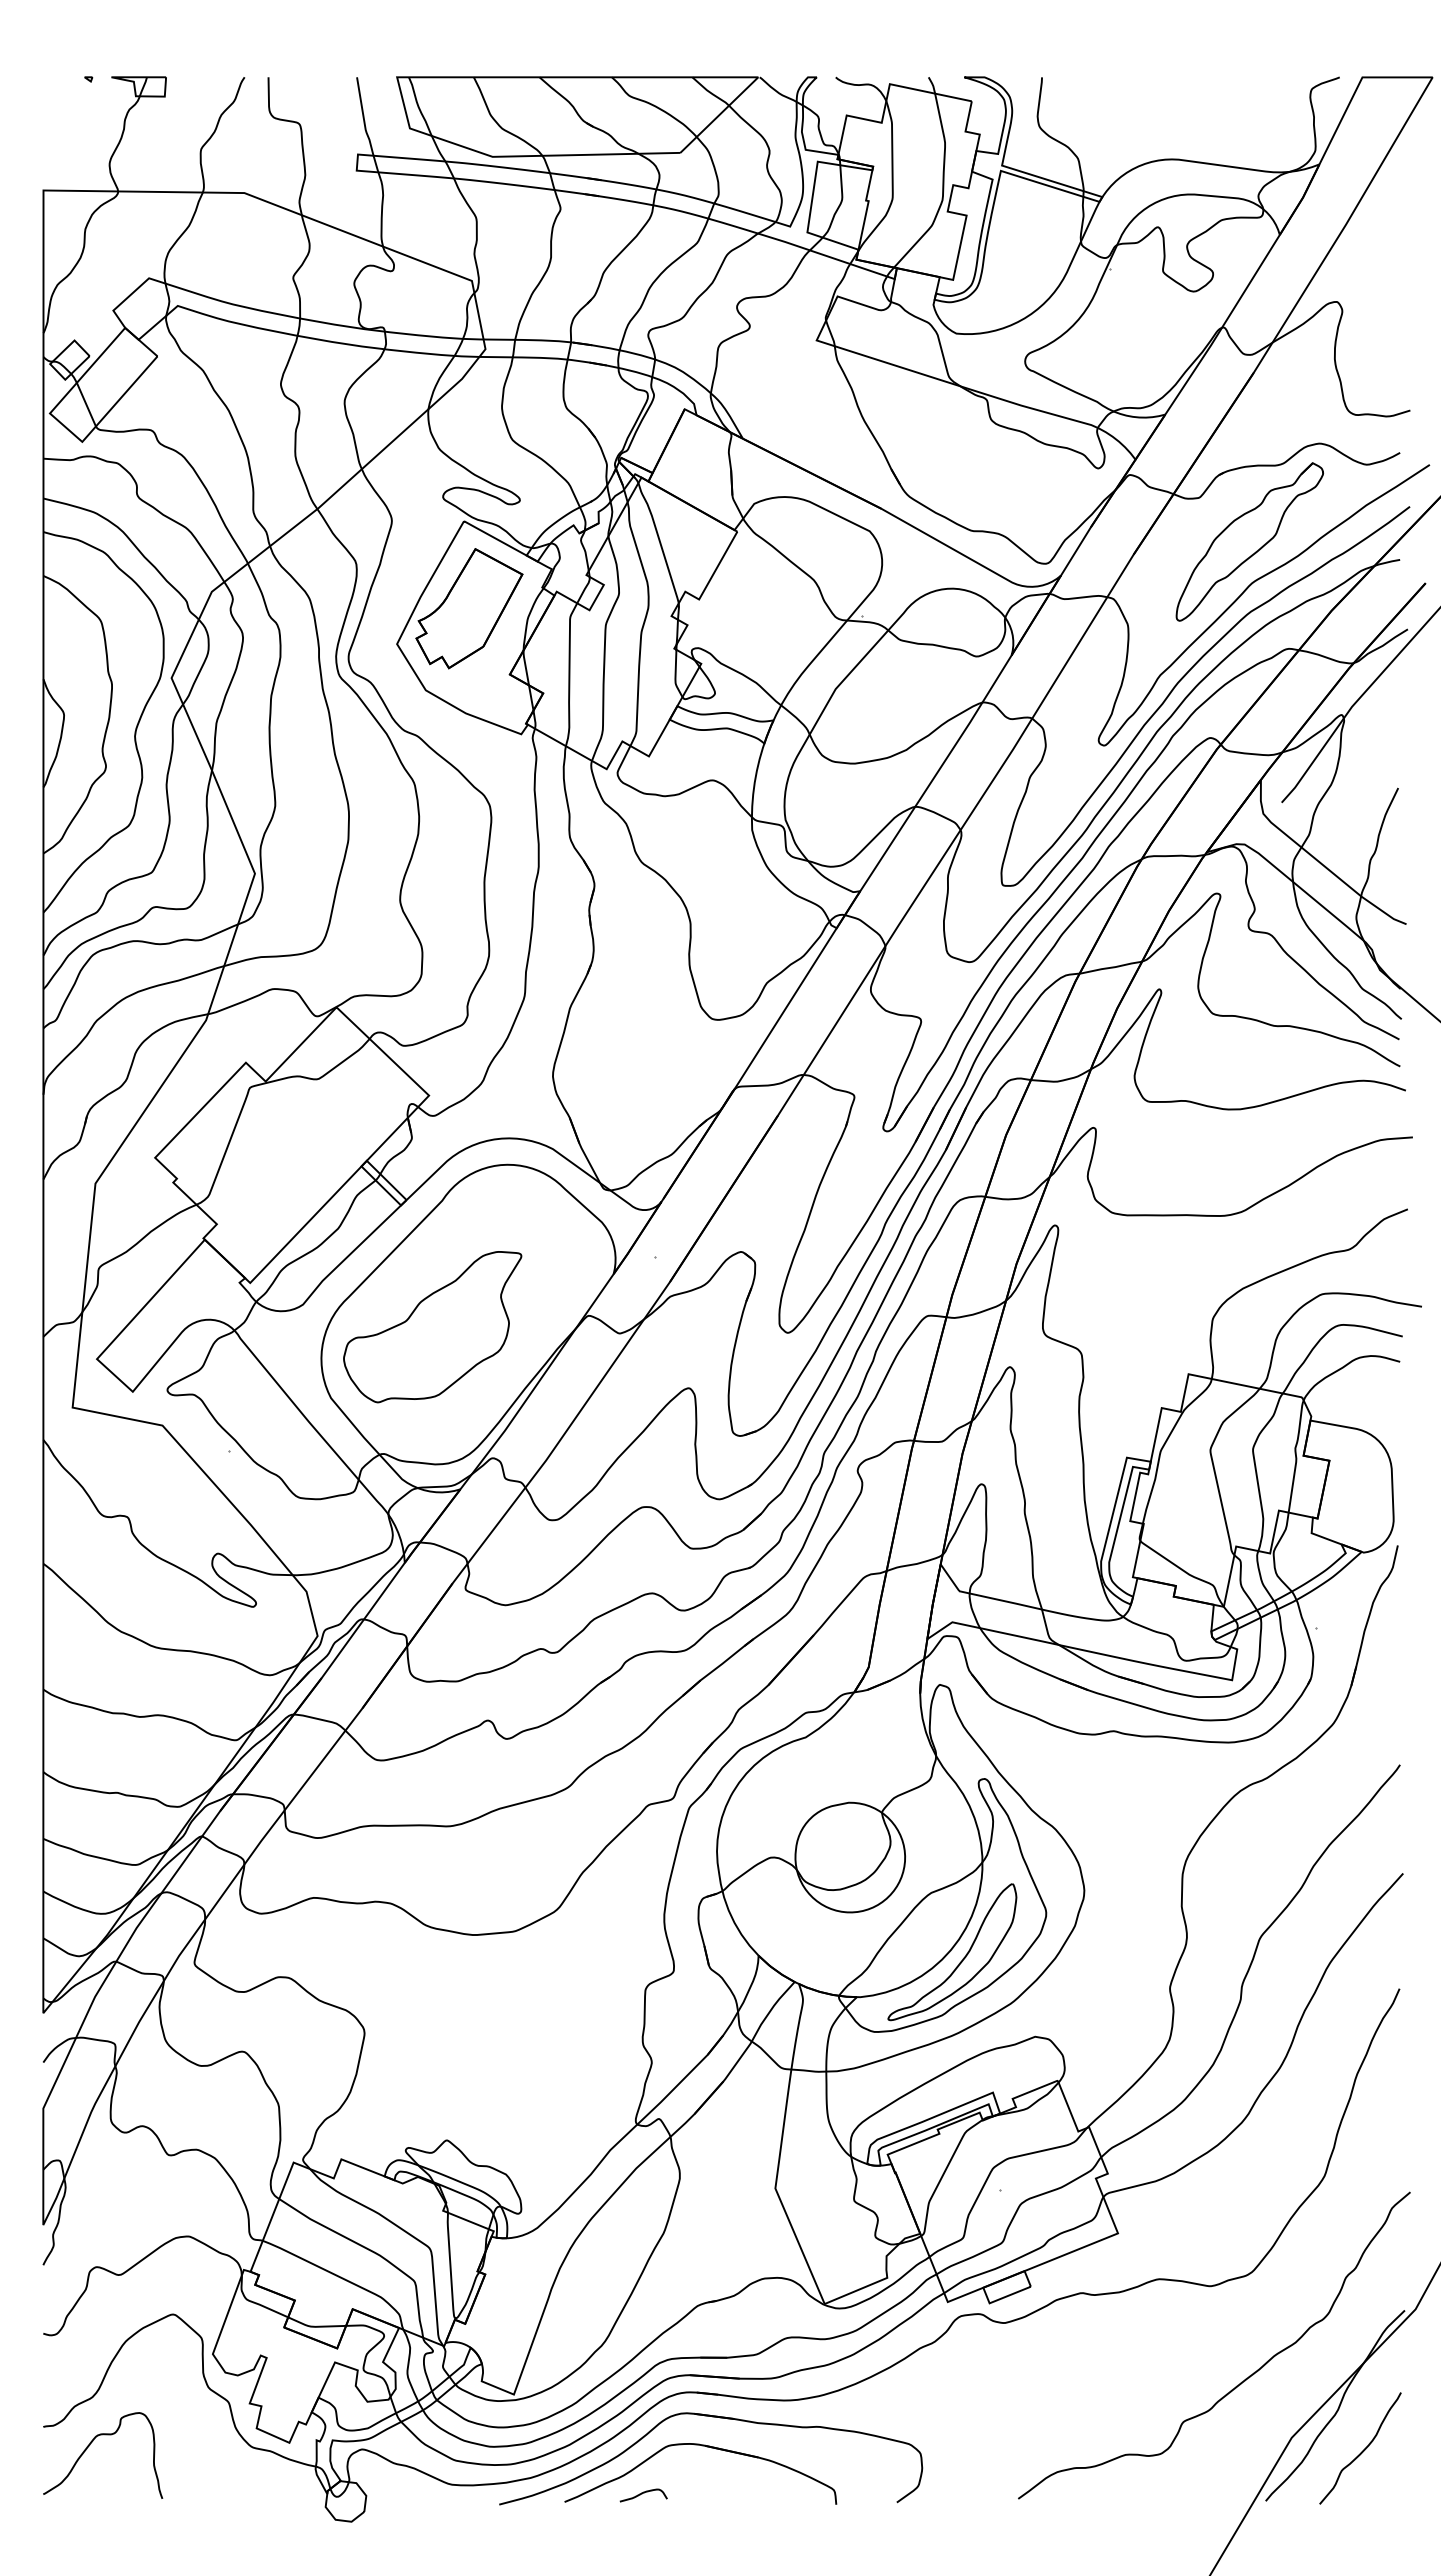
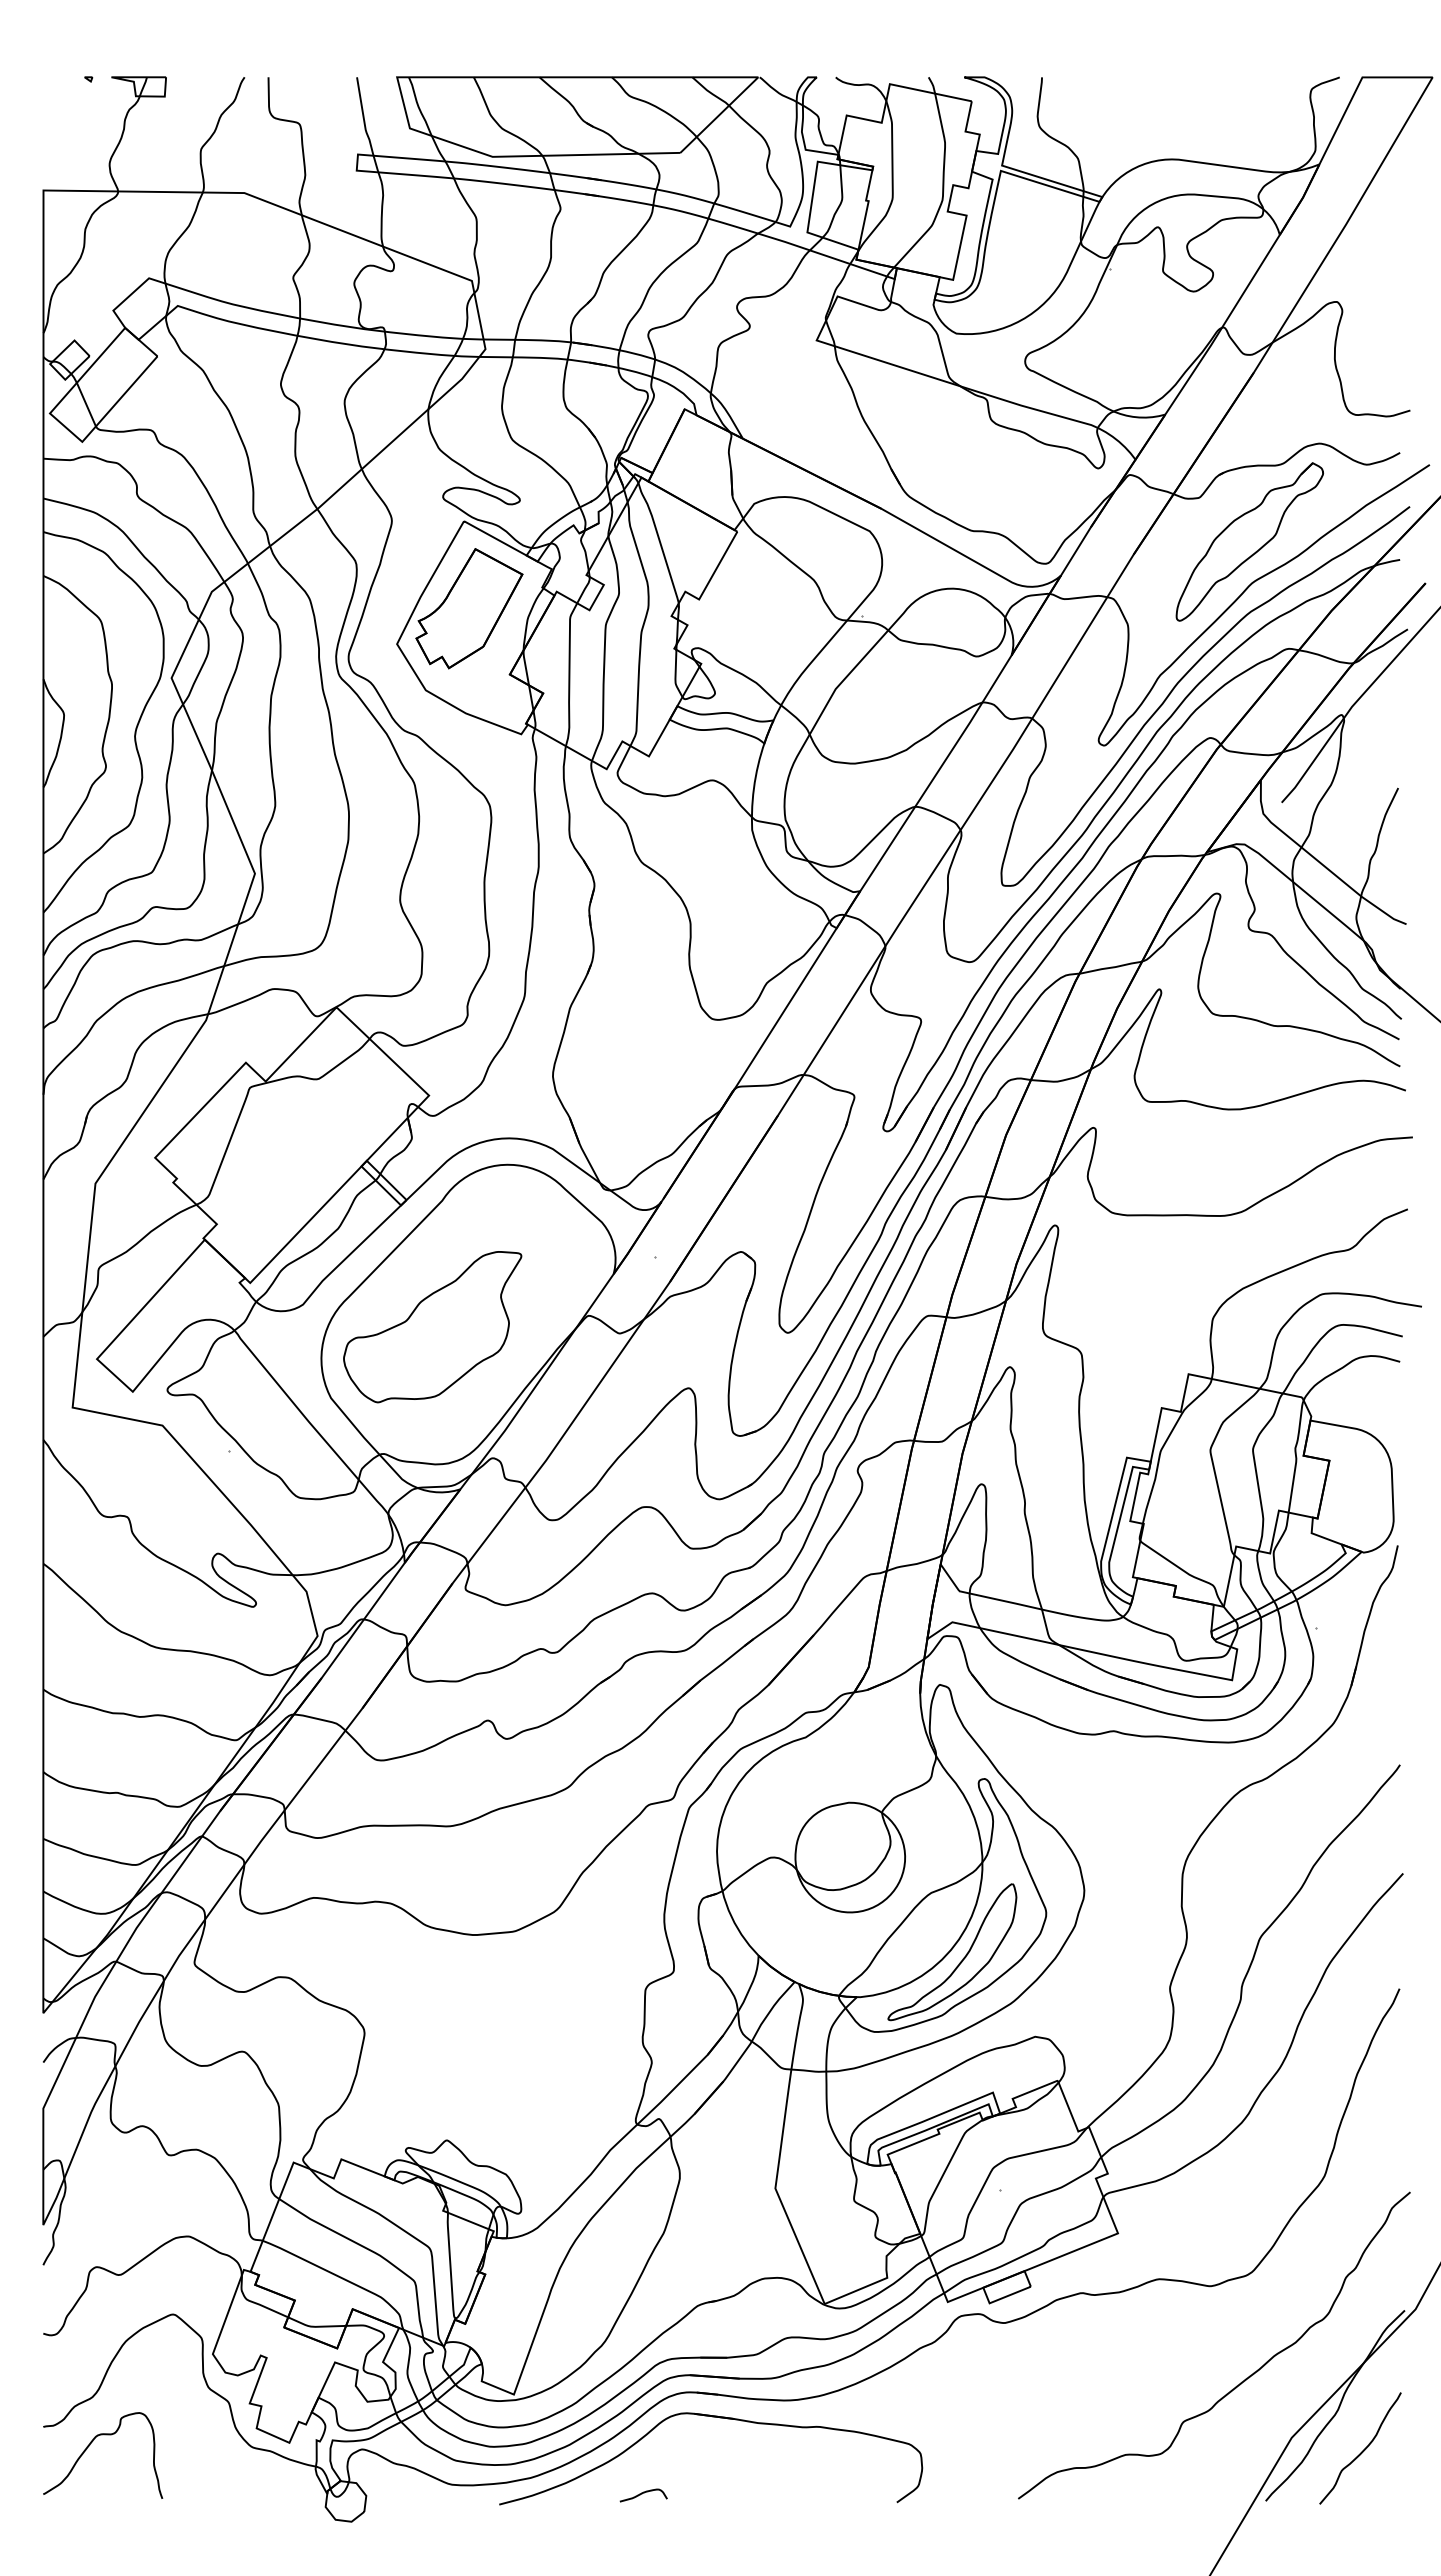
part at (706, 2447): present -> none
